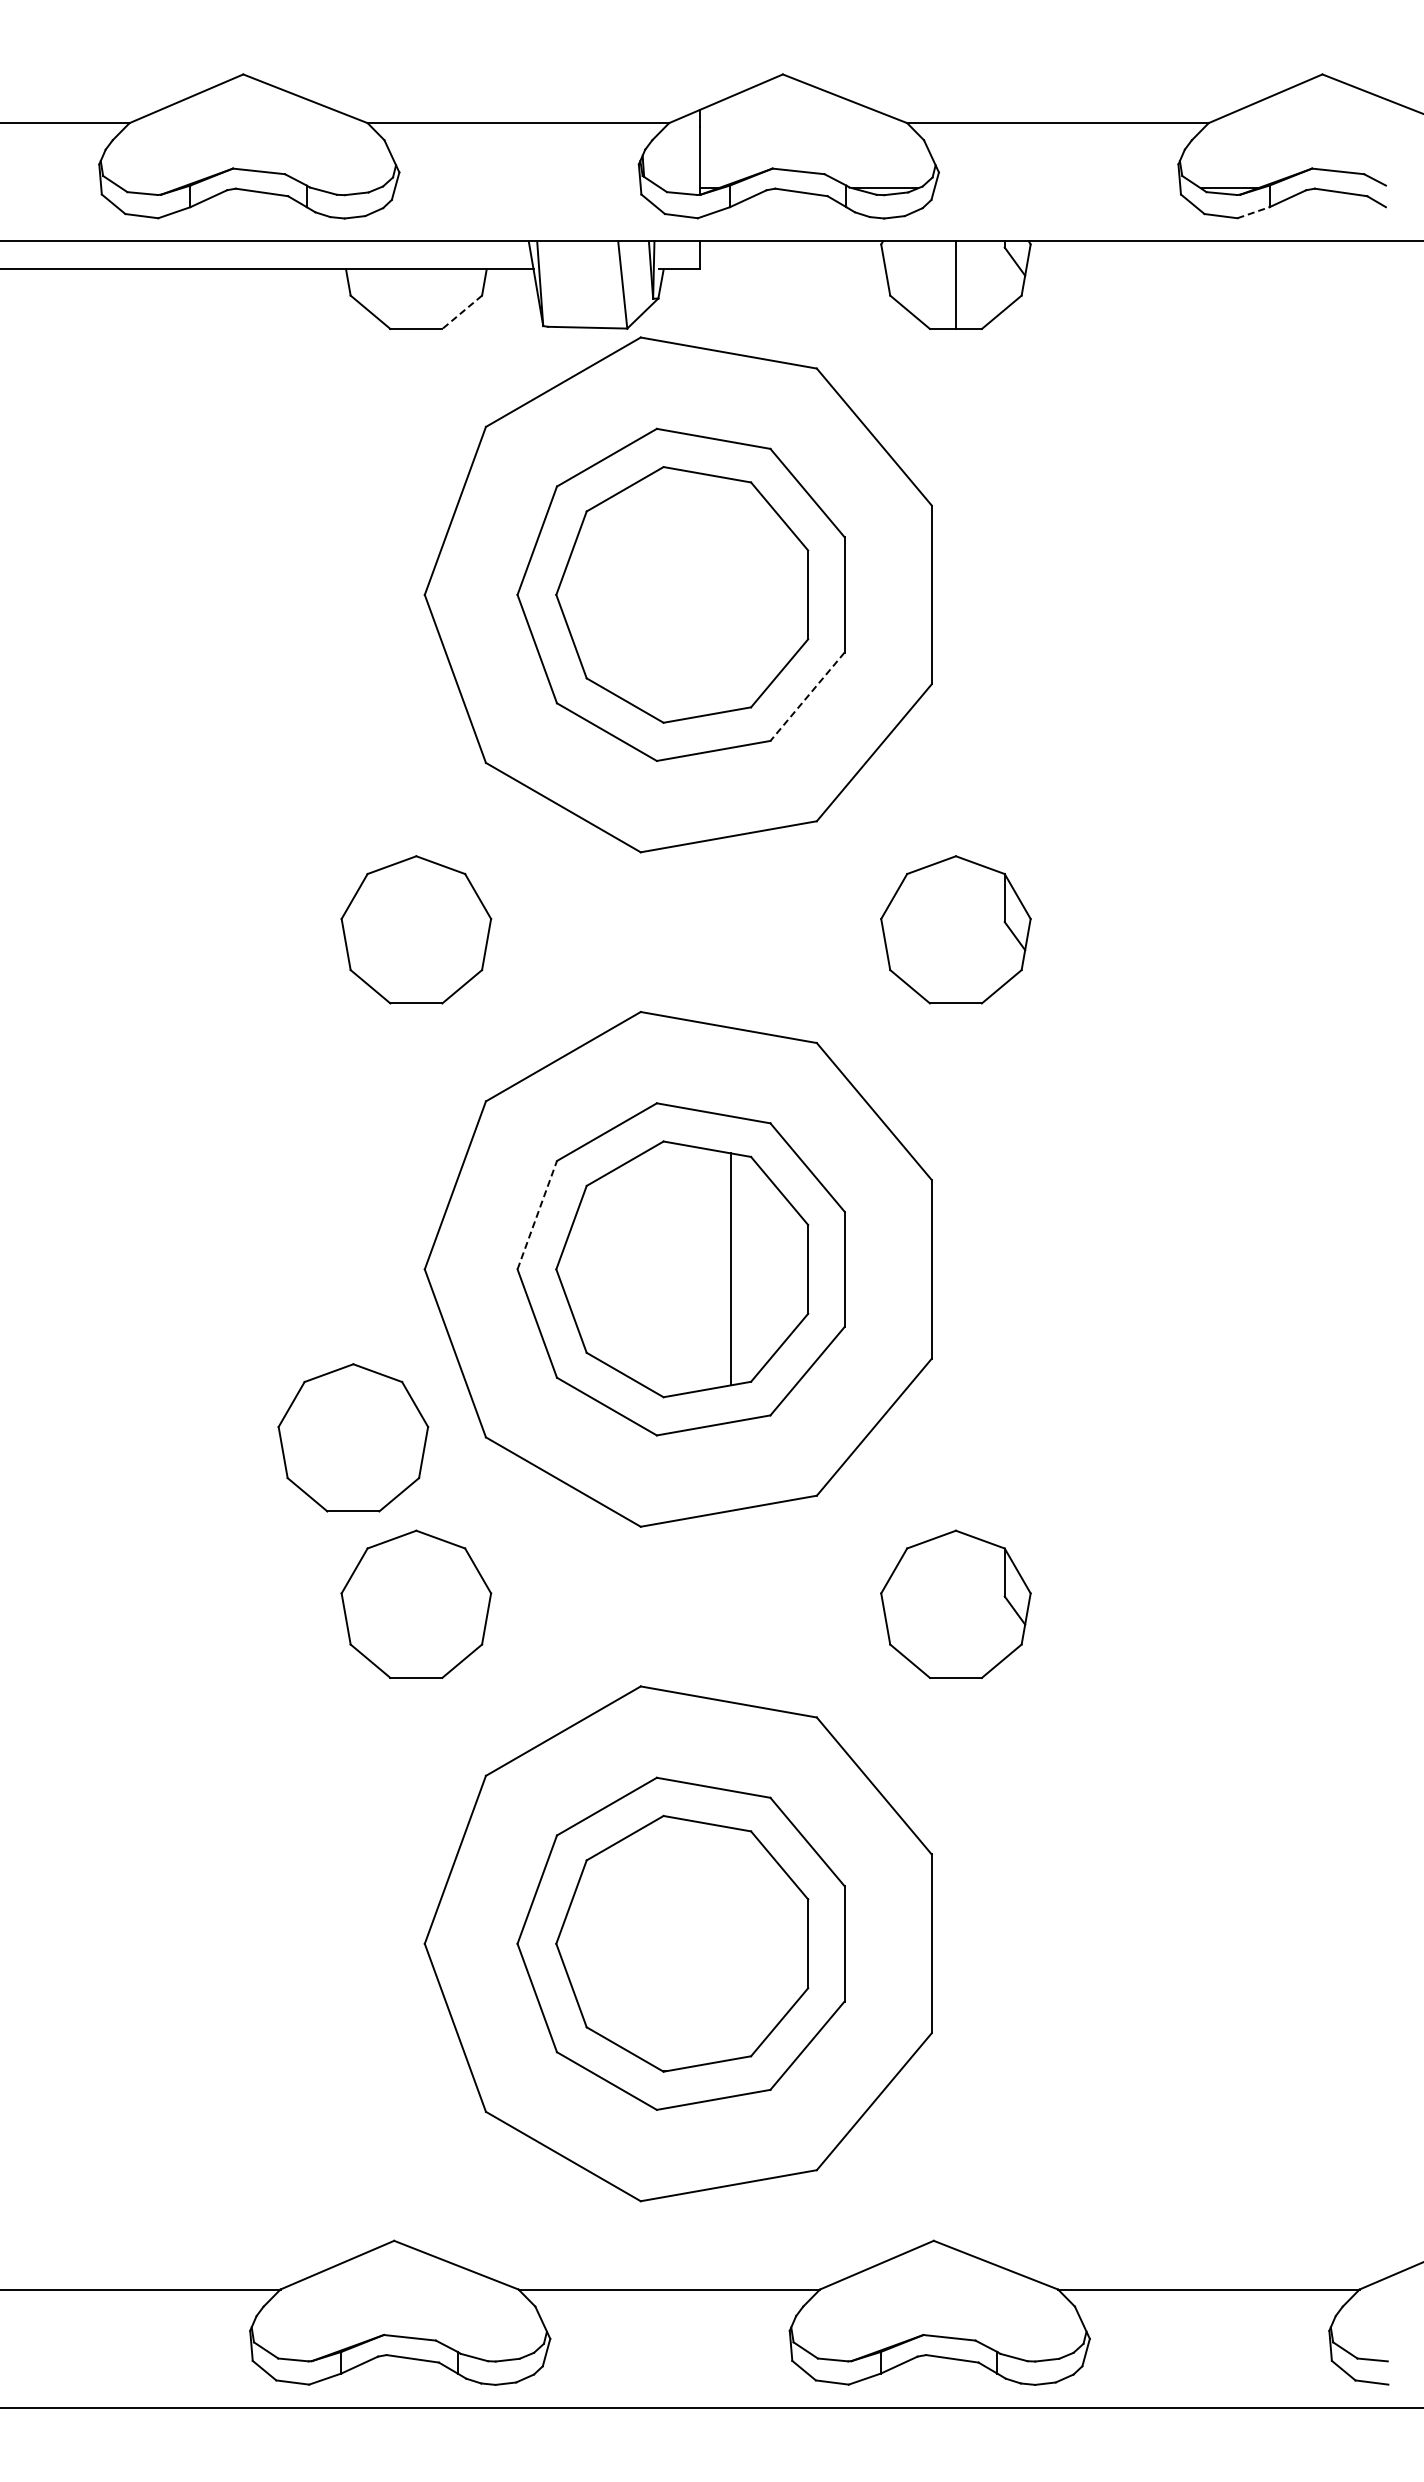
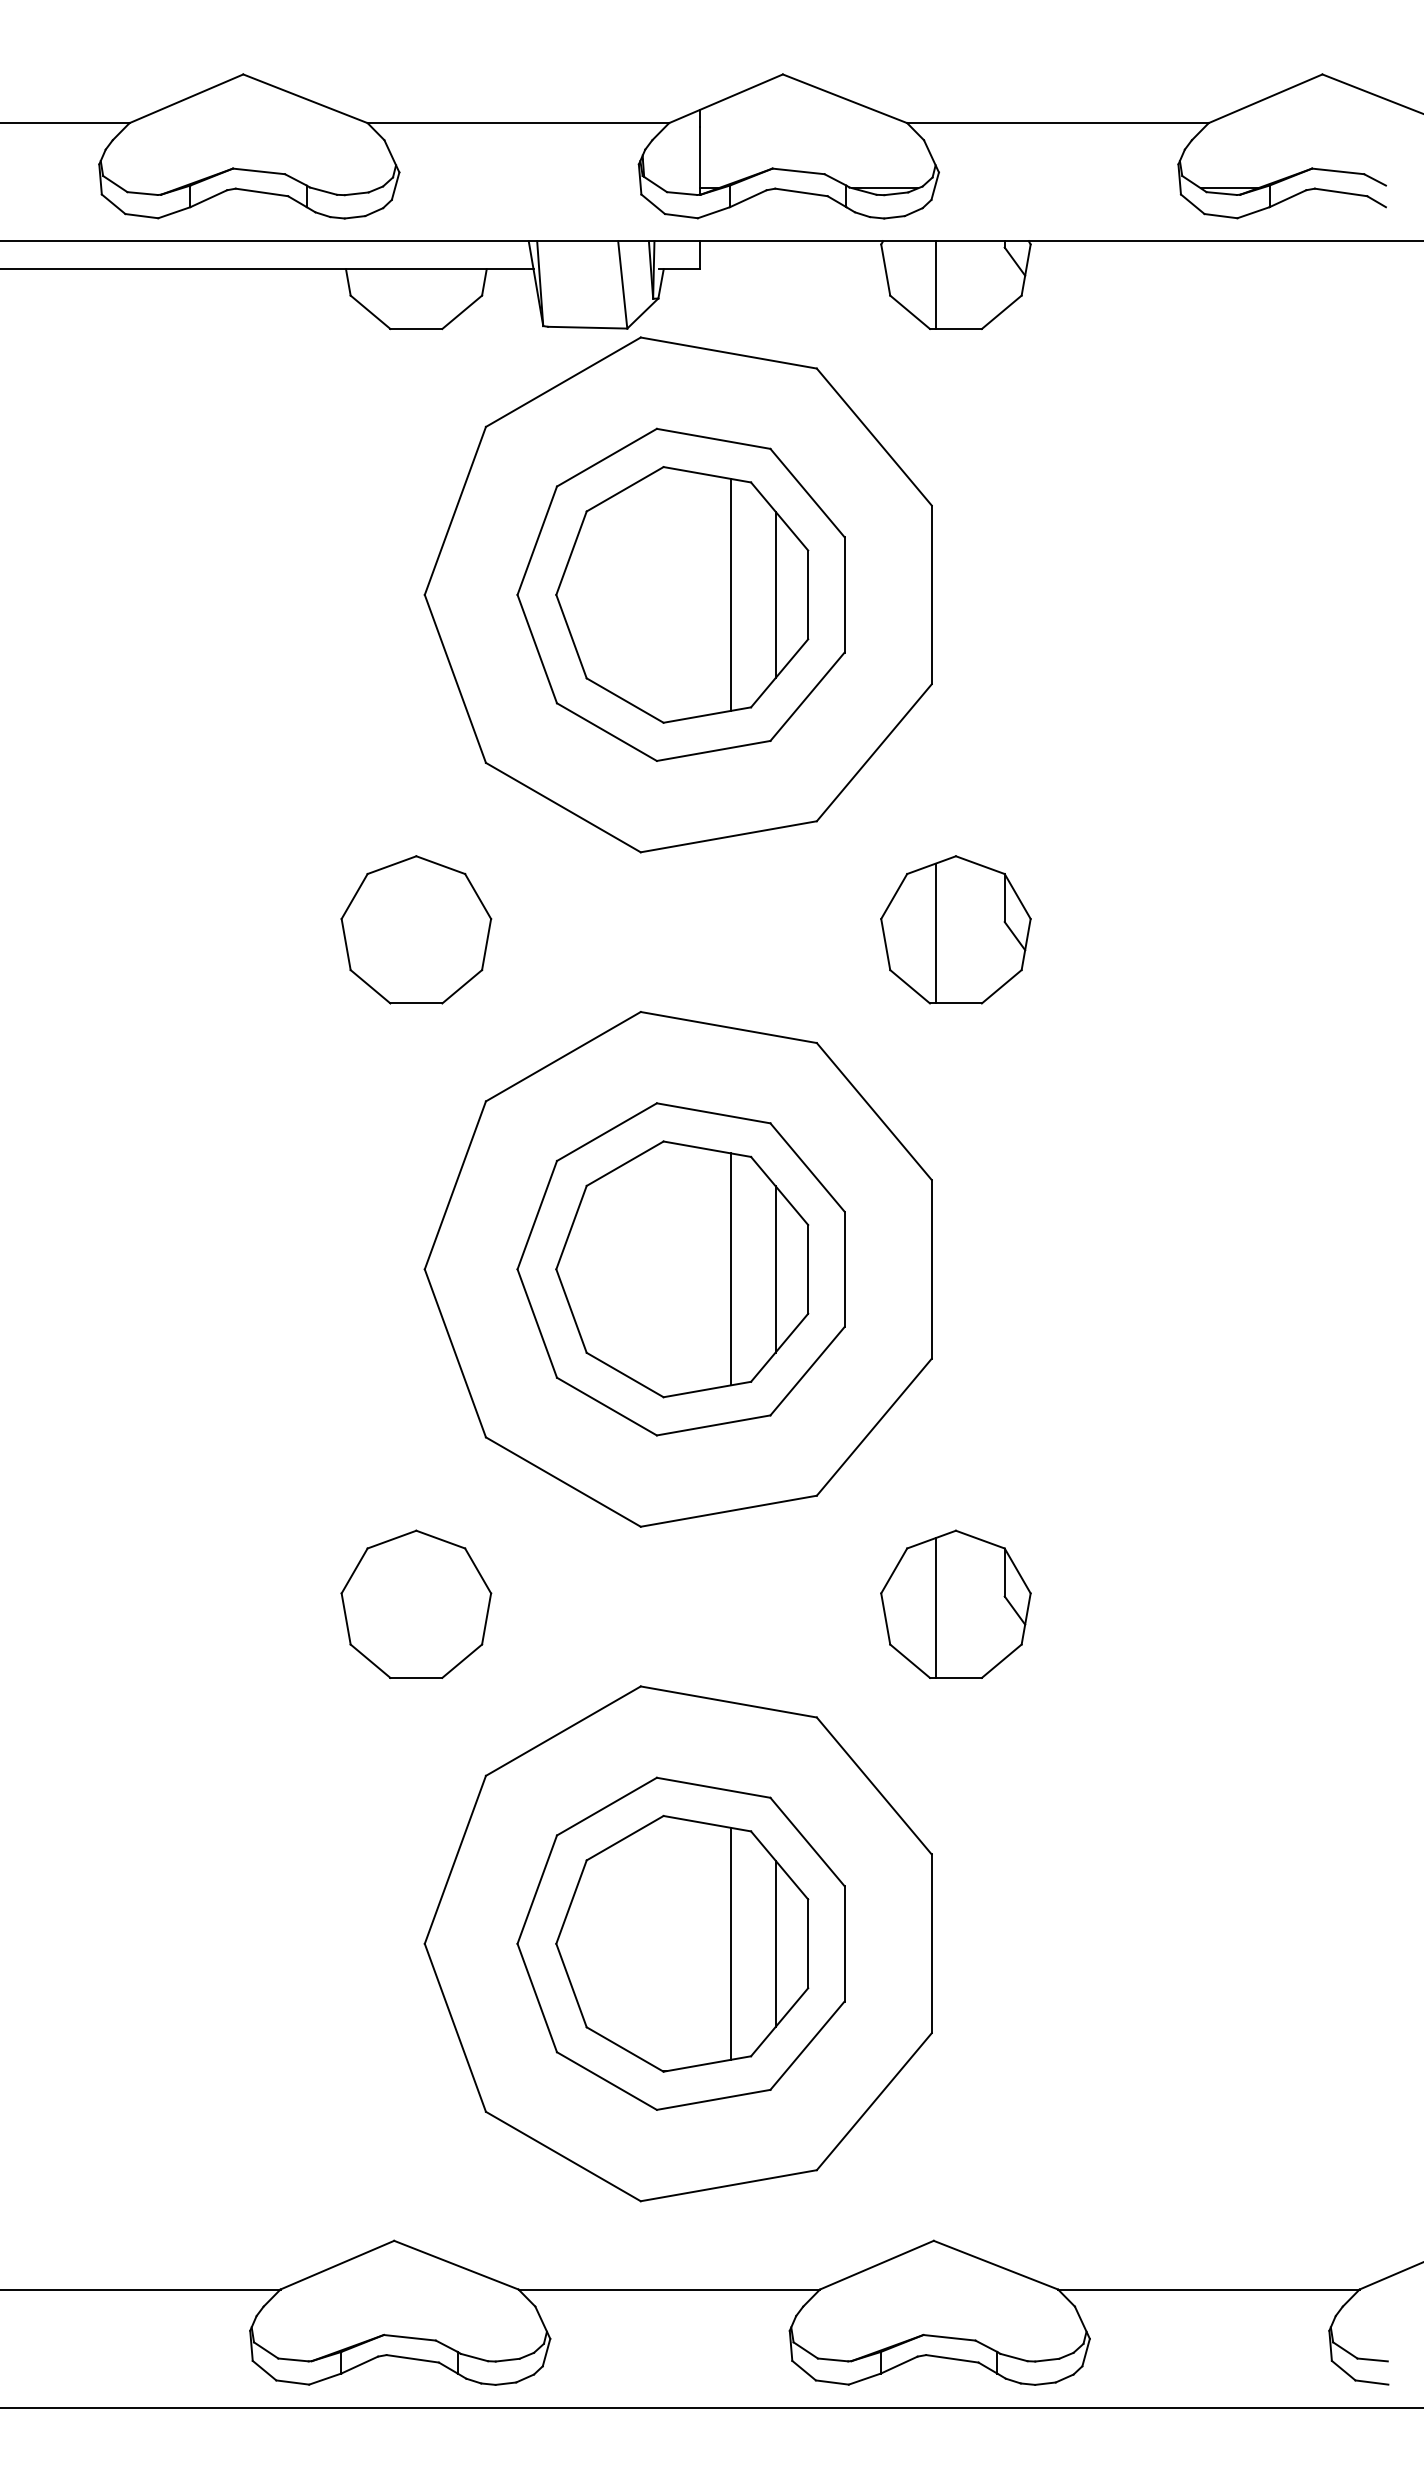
line at (1253, 212): dashed -> solid
line at (955, 284) position: (955, 284) -> (935, 284)
line at (462, 312): dashed -> solid
line at (731, 594): none -> present
line at (775, 594): none -> present
line at (807, 696): dashed -> solid
line at (935, 933): none -> present
line at (537, 1215): dashed -> solid
line at (775, 1269): none -> present
part at (353, 1437): present -> none
line at (935, 1607): none -> present
line at (731, 1943): none -> present
line at (775, 1943): none -> present
